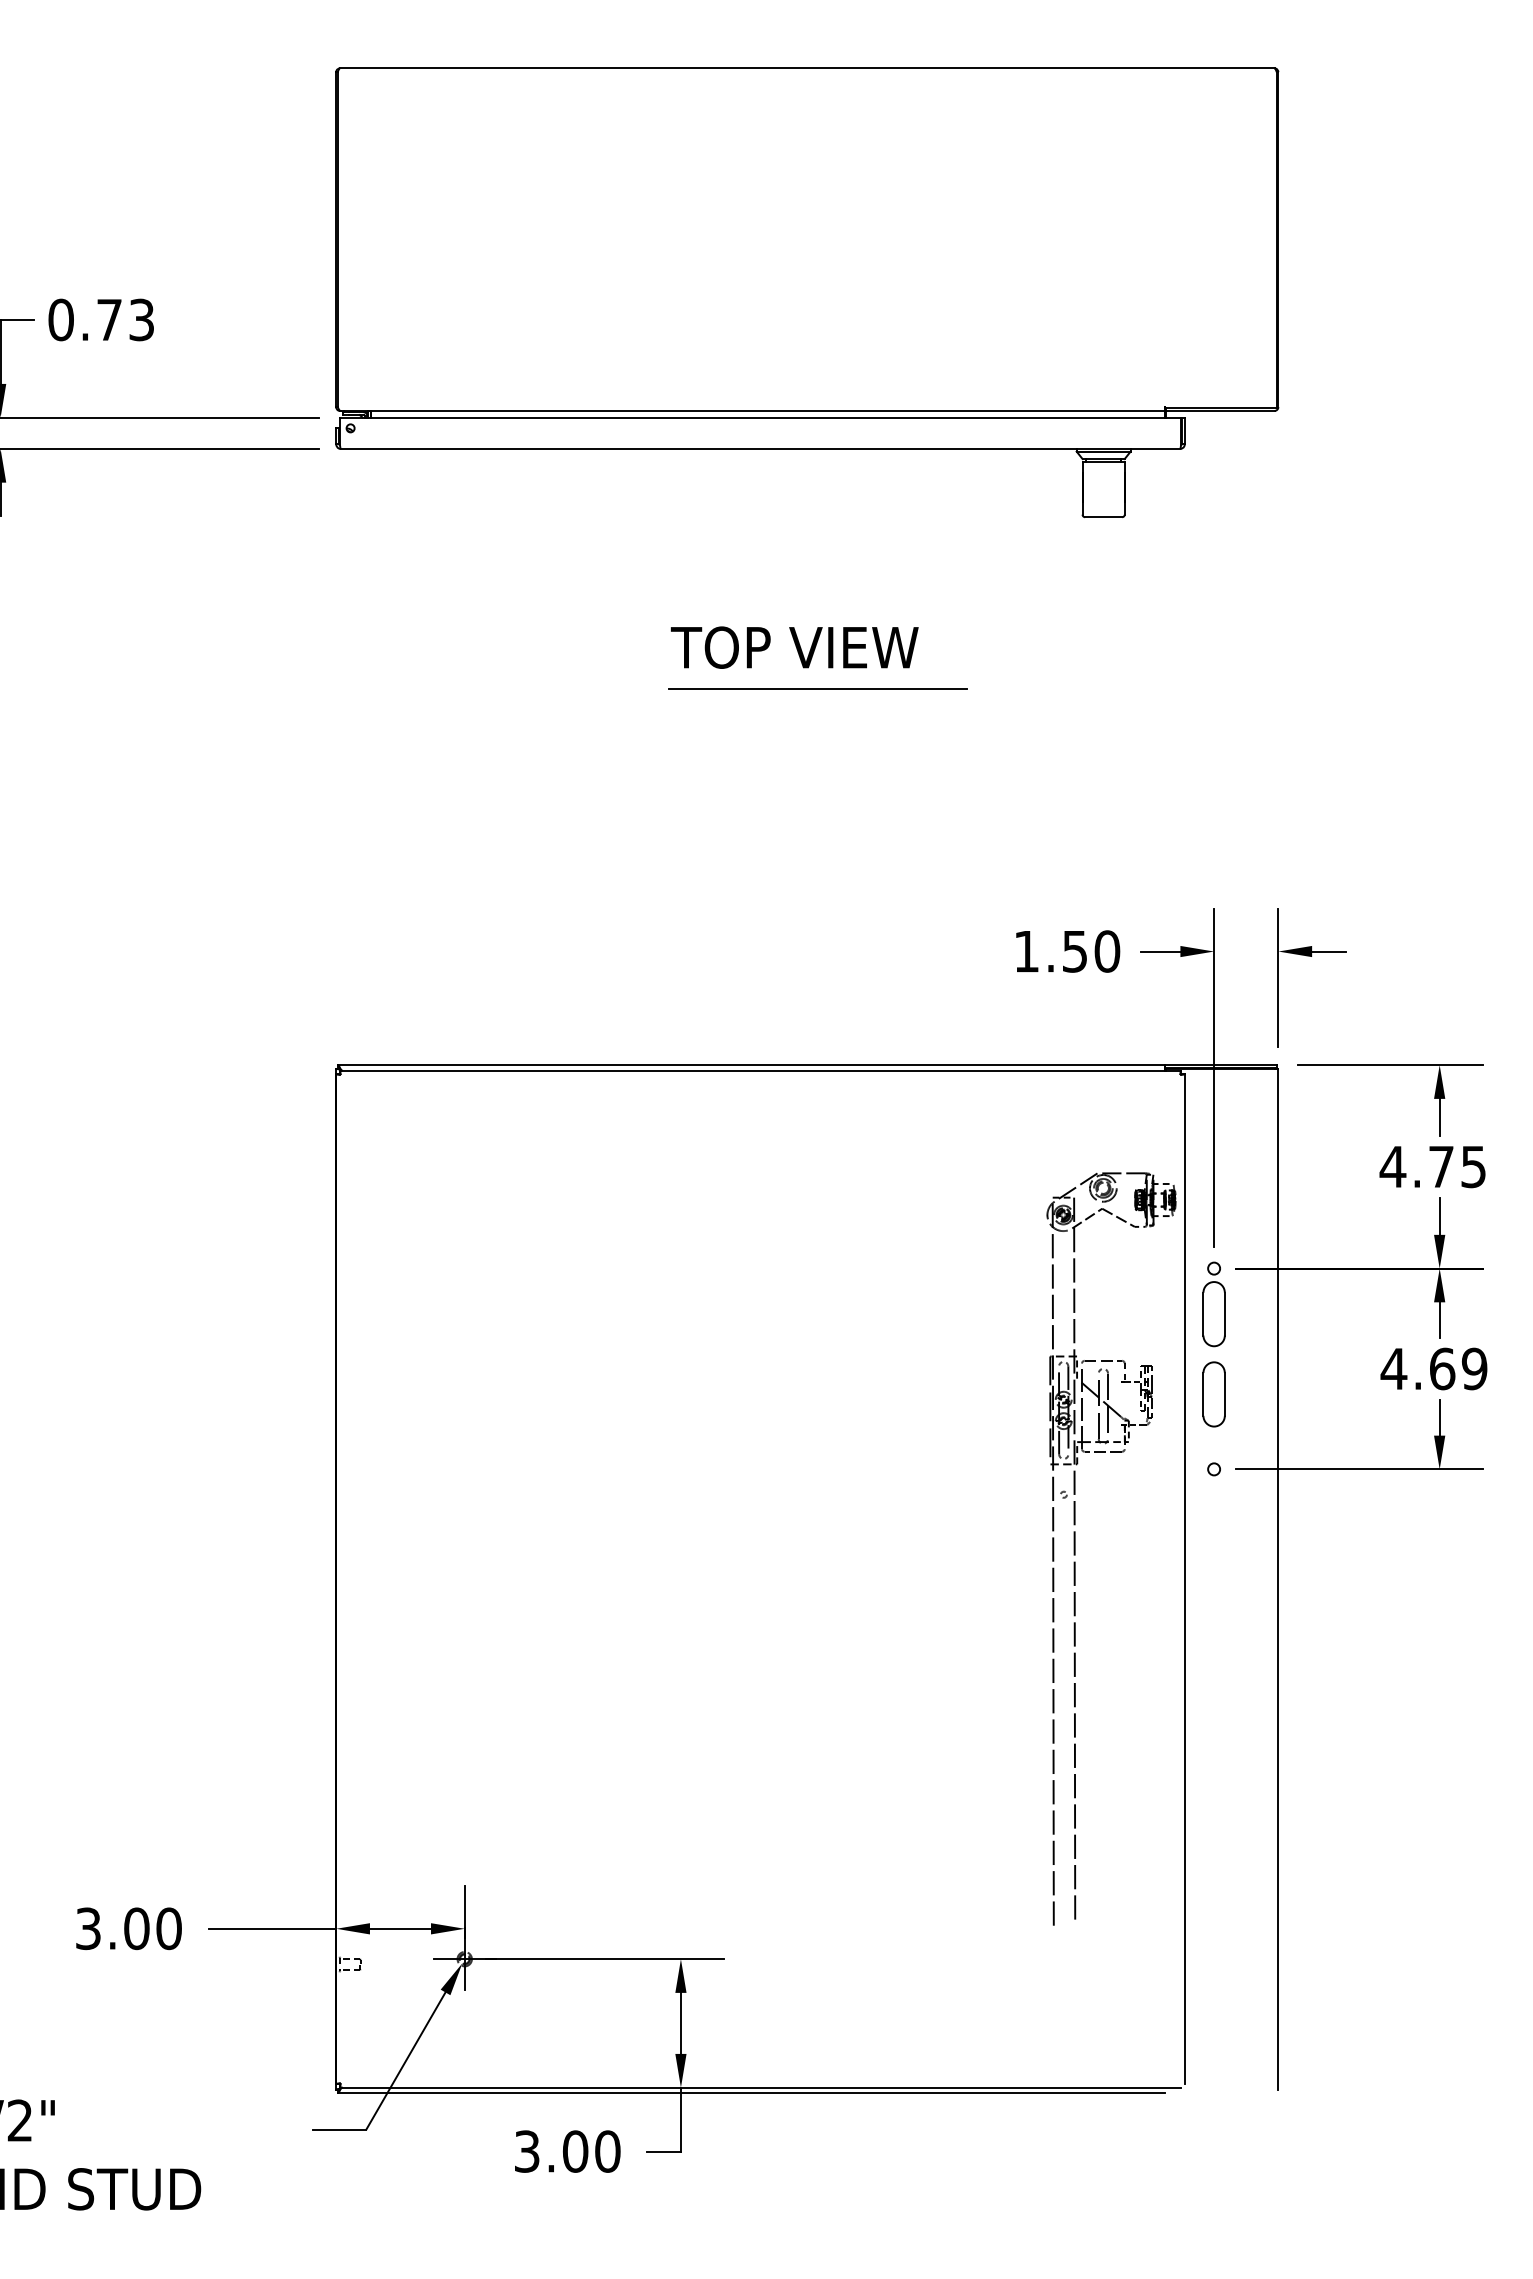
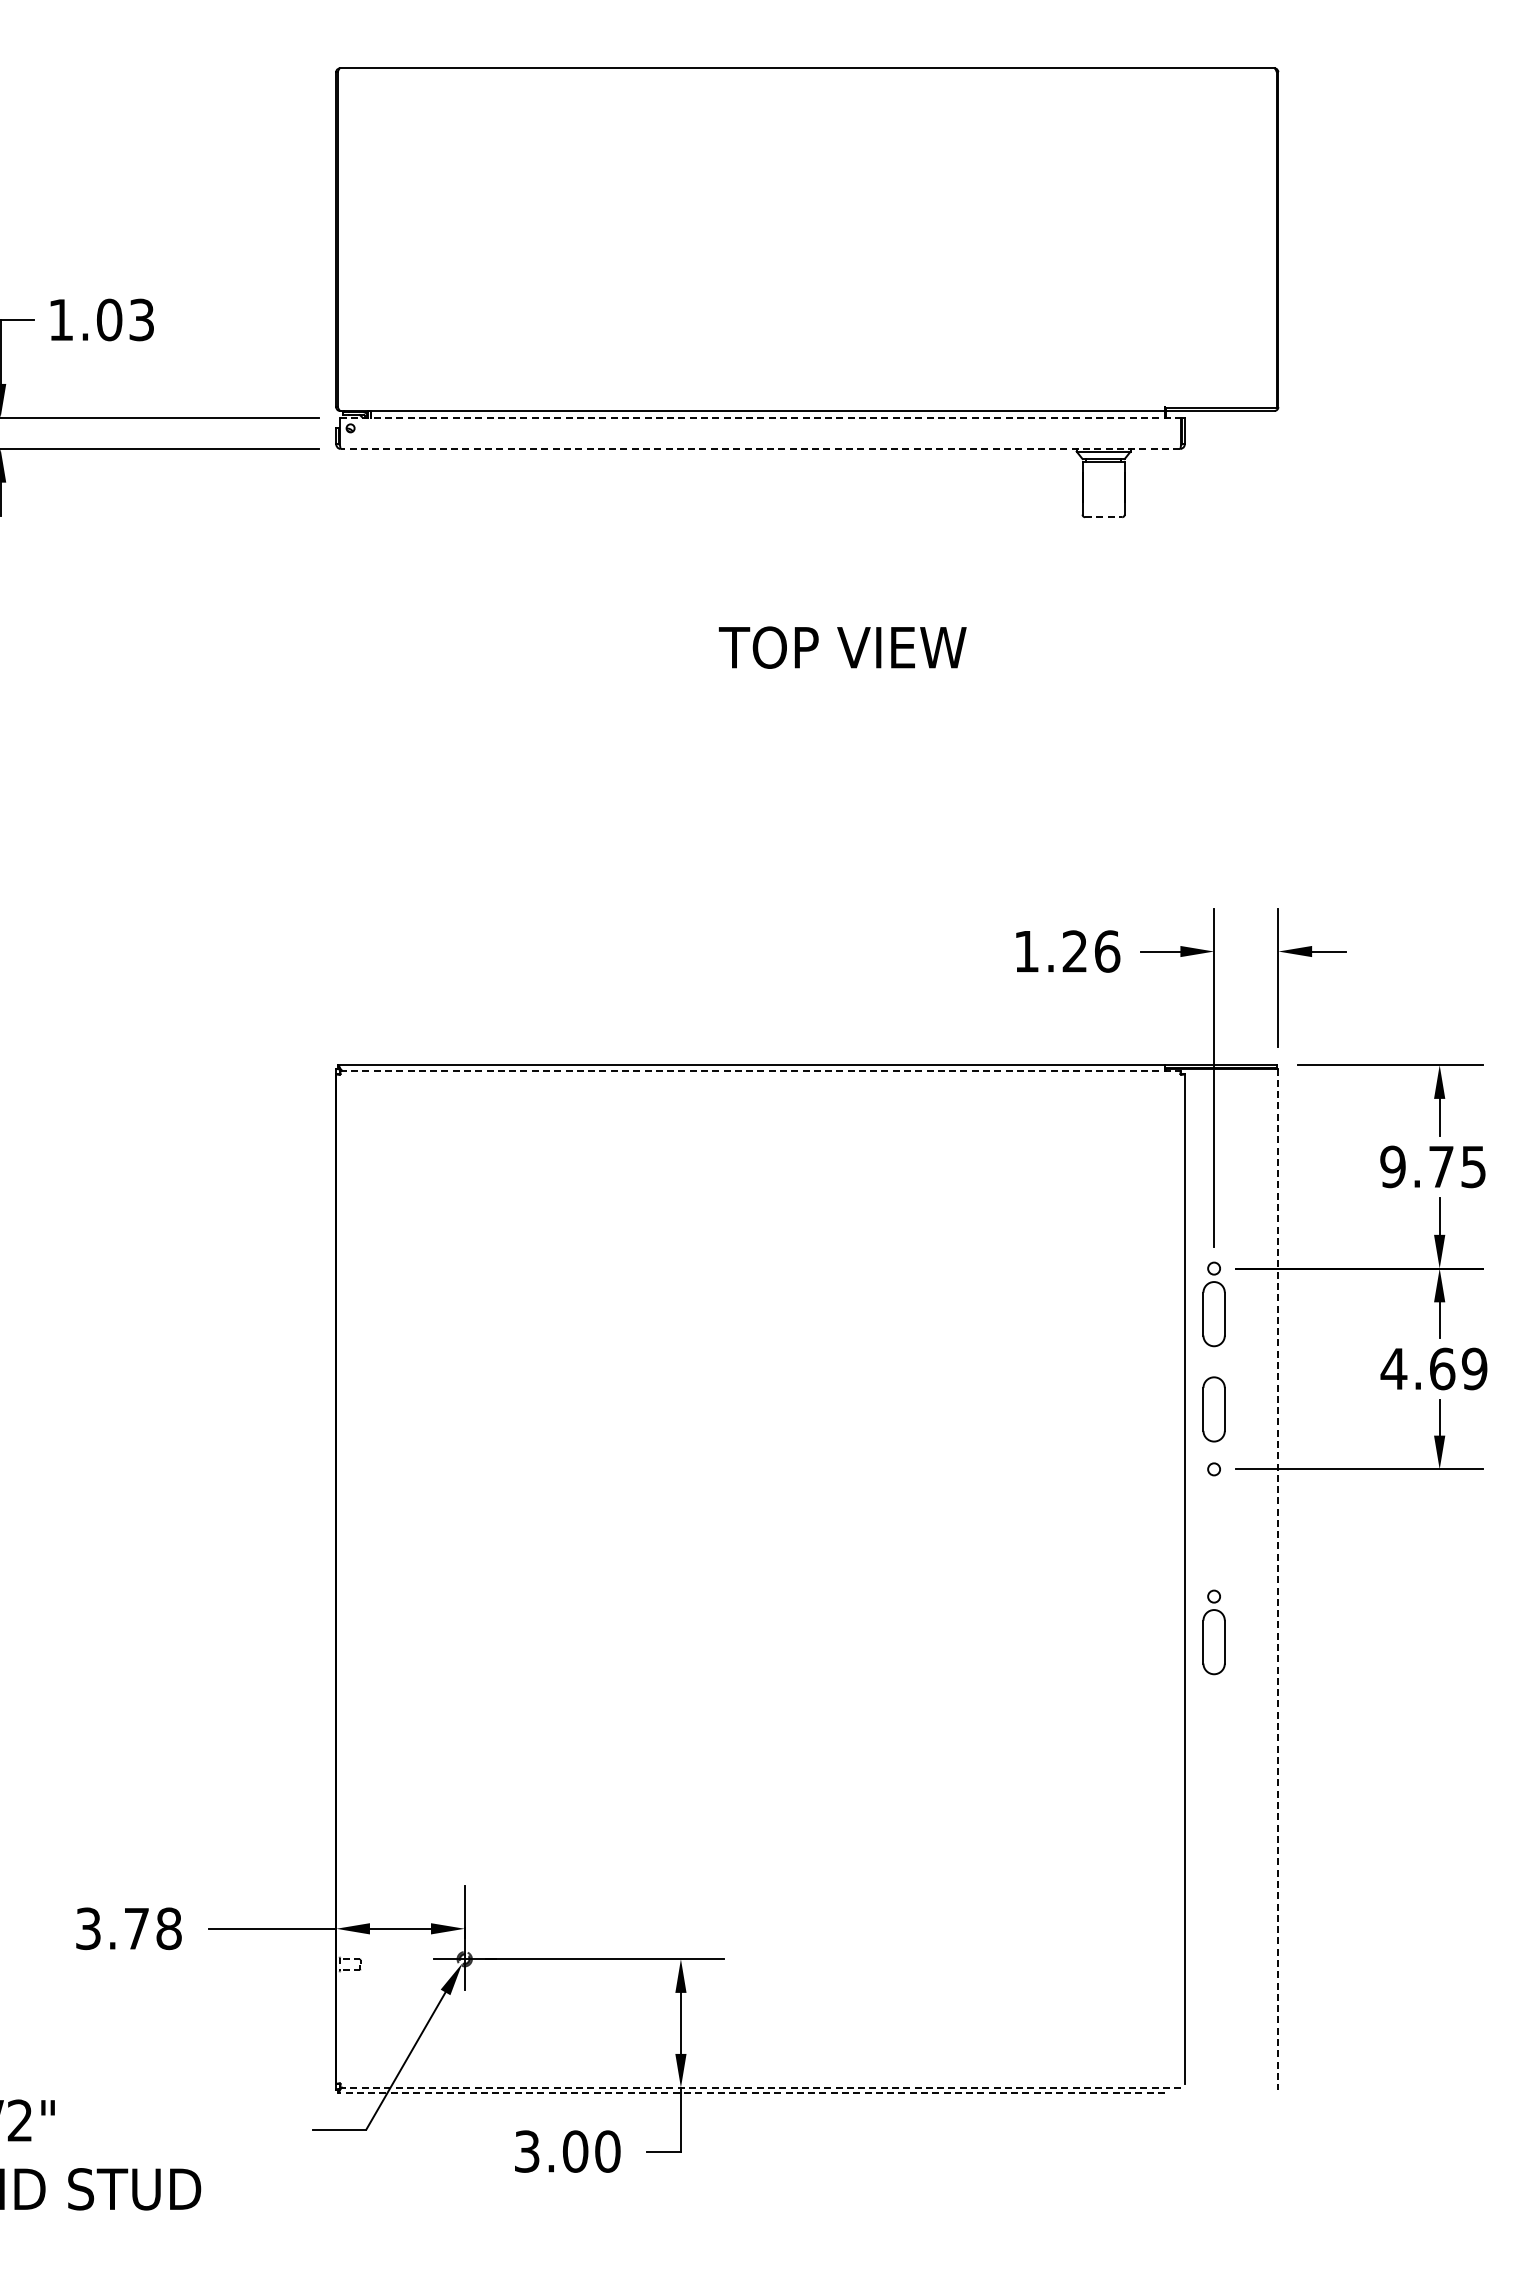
text at (85, 319): 0.73 -> 1.03
line at (760, 417): solid -> dashed
line at (760, 448): solid -> dashed
line at (1103, 517): solid -> dashed
text at (794, 647) position: (794, 647) -> (842, 647)
line at (817, 688): present -> none
text at (1091, 951): 1.50 -> 1.26
line at (760, 1070): solid -> dashed
text at (1392, 1166): 4.75 -> 9.75
part at (1213, 1394) position: (1213, 1394) -> (1213, 1409)
part at (1075, 1548): present -> none
line at (1278, 1579): solid -> dashed
part at (1213, 1632): none -> present
text at (152, 1928): 3.00 -> 3.78
line at (760, 2087): solid -> dashed
line at (751, 2093): solid -> dashed
